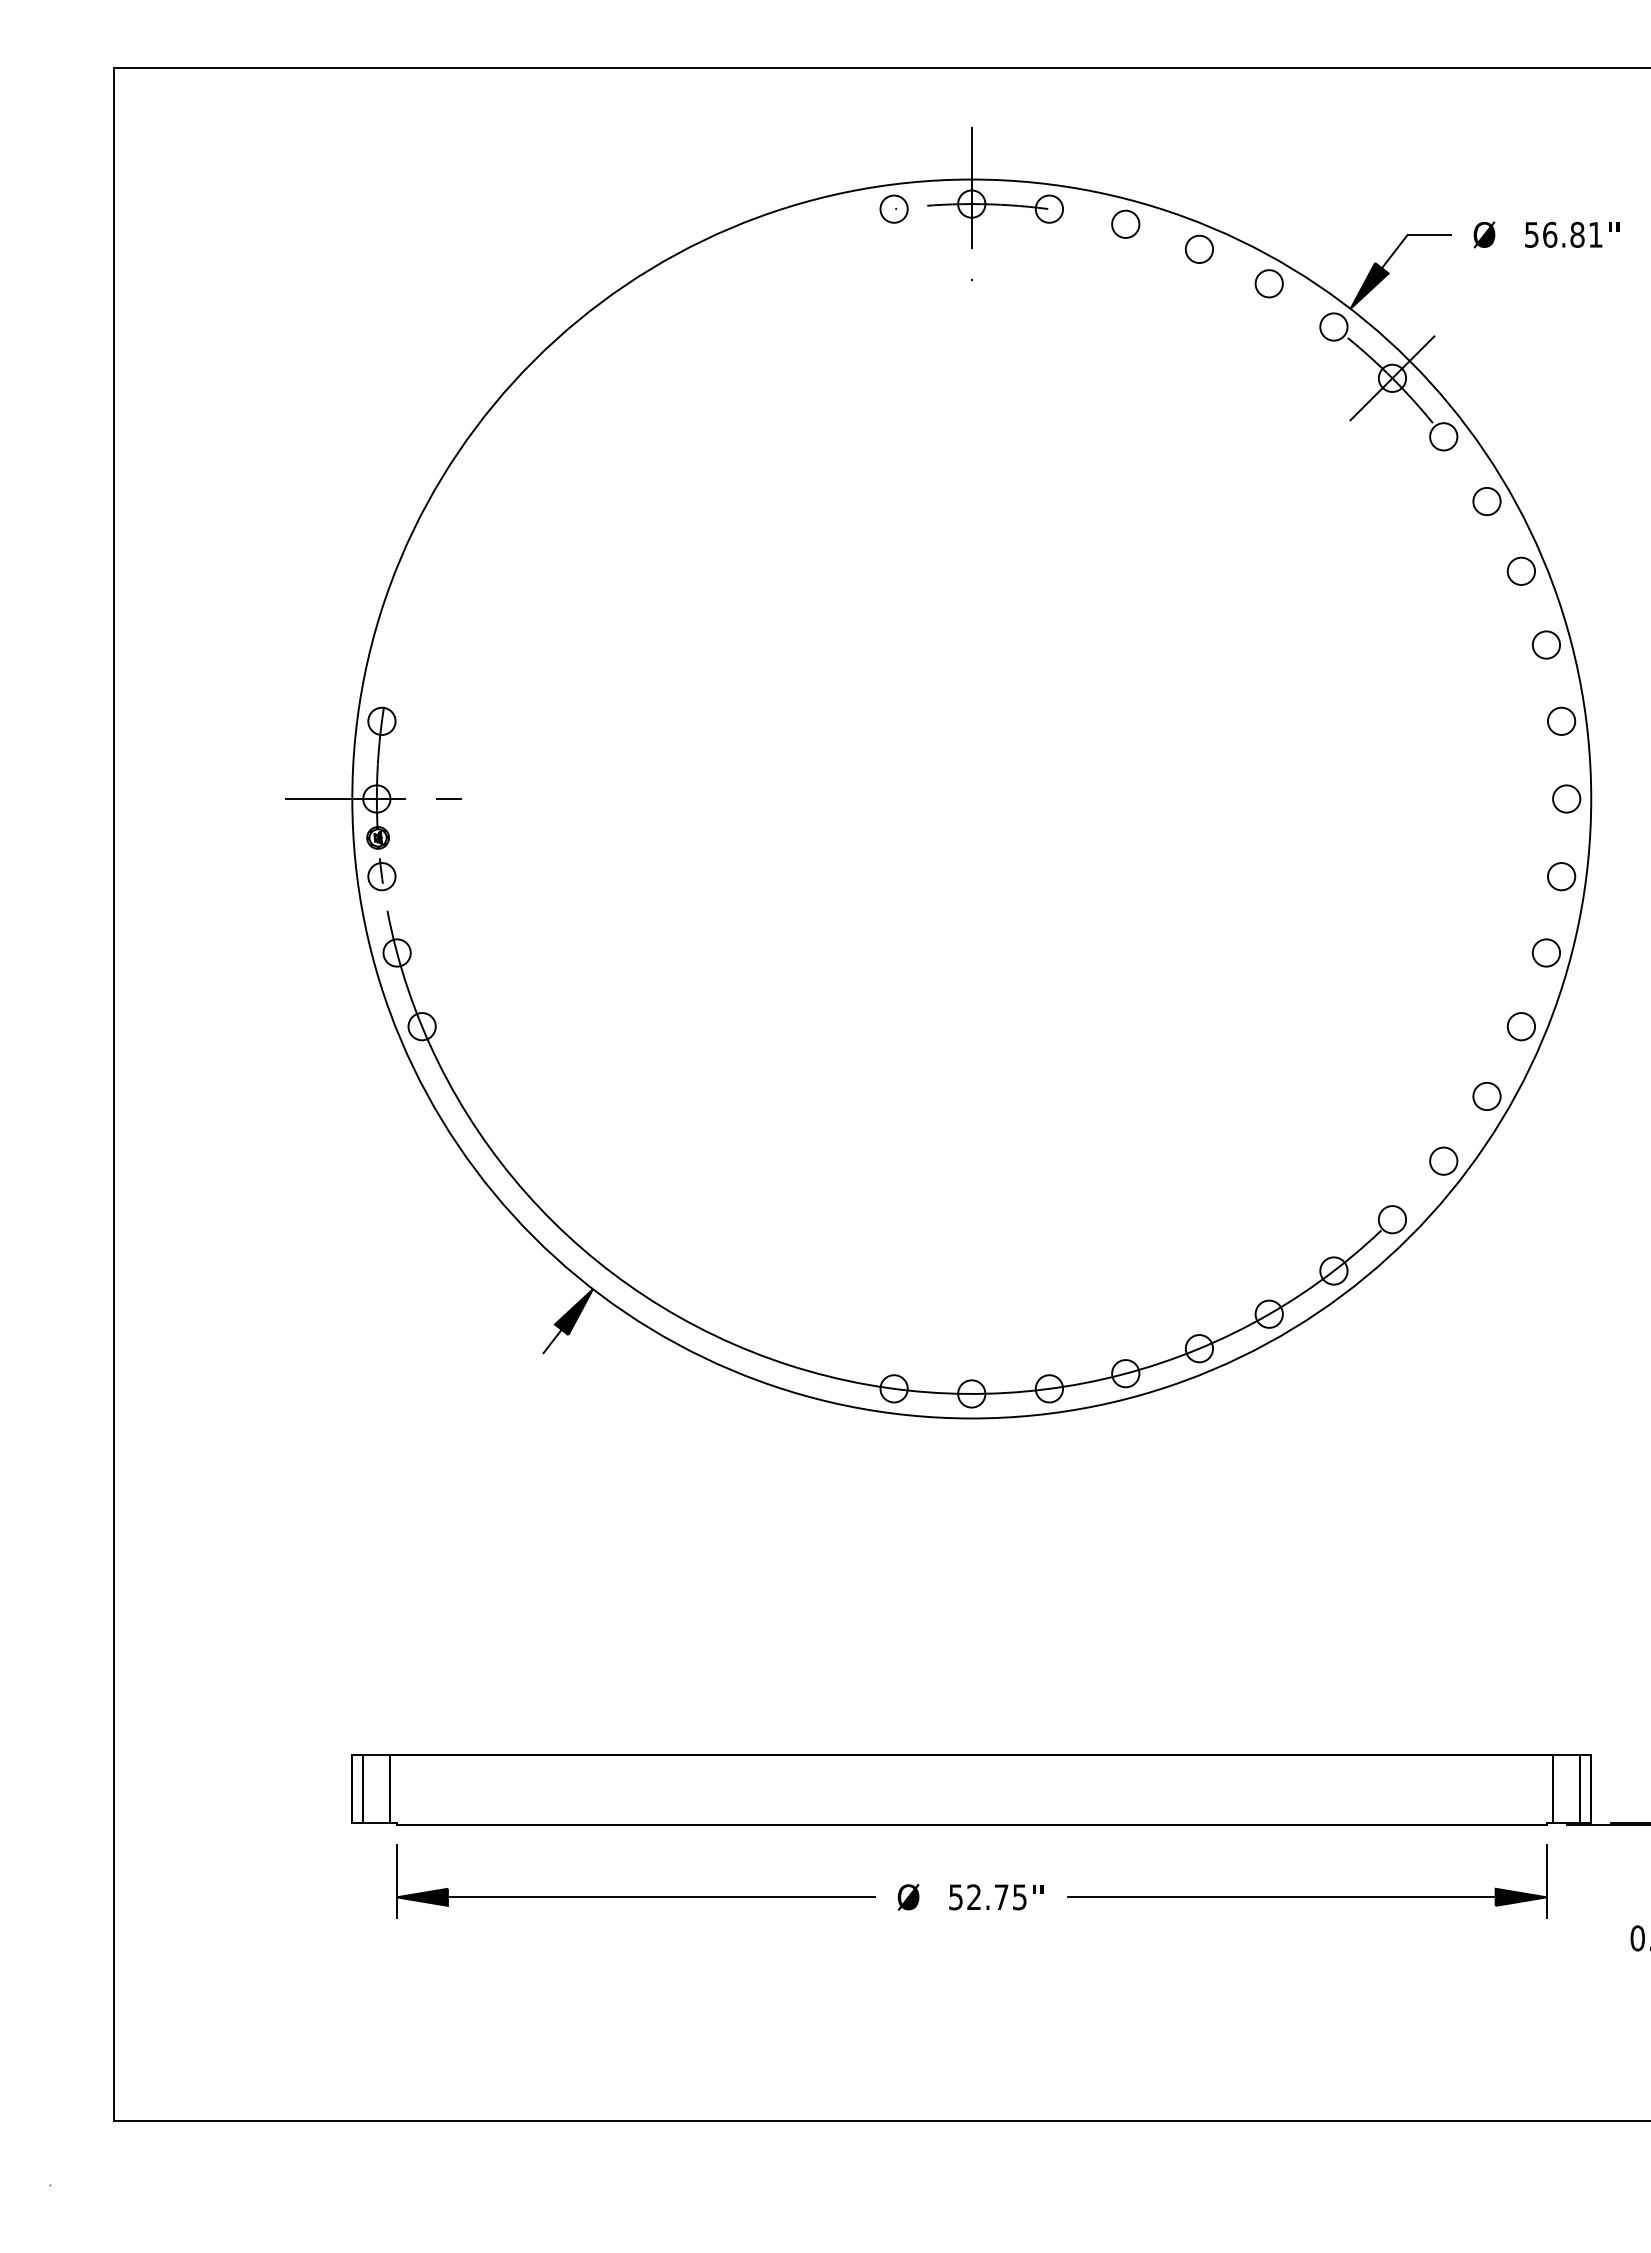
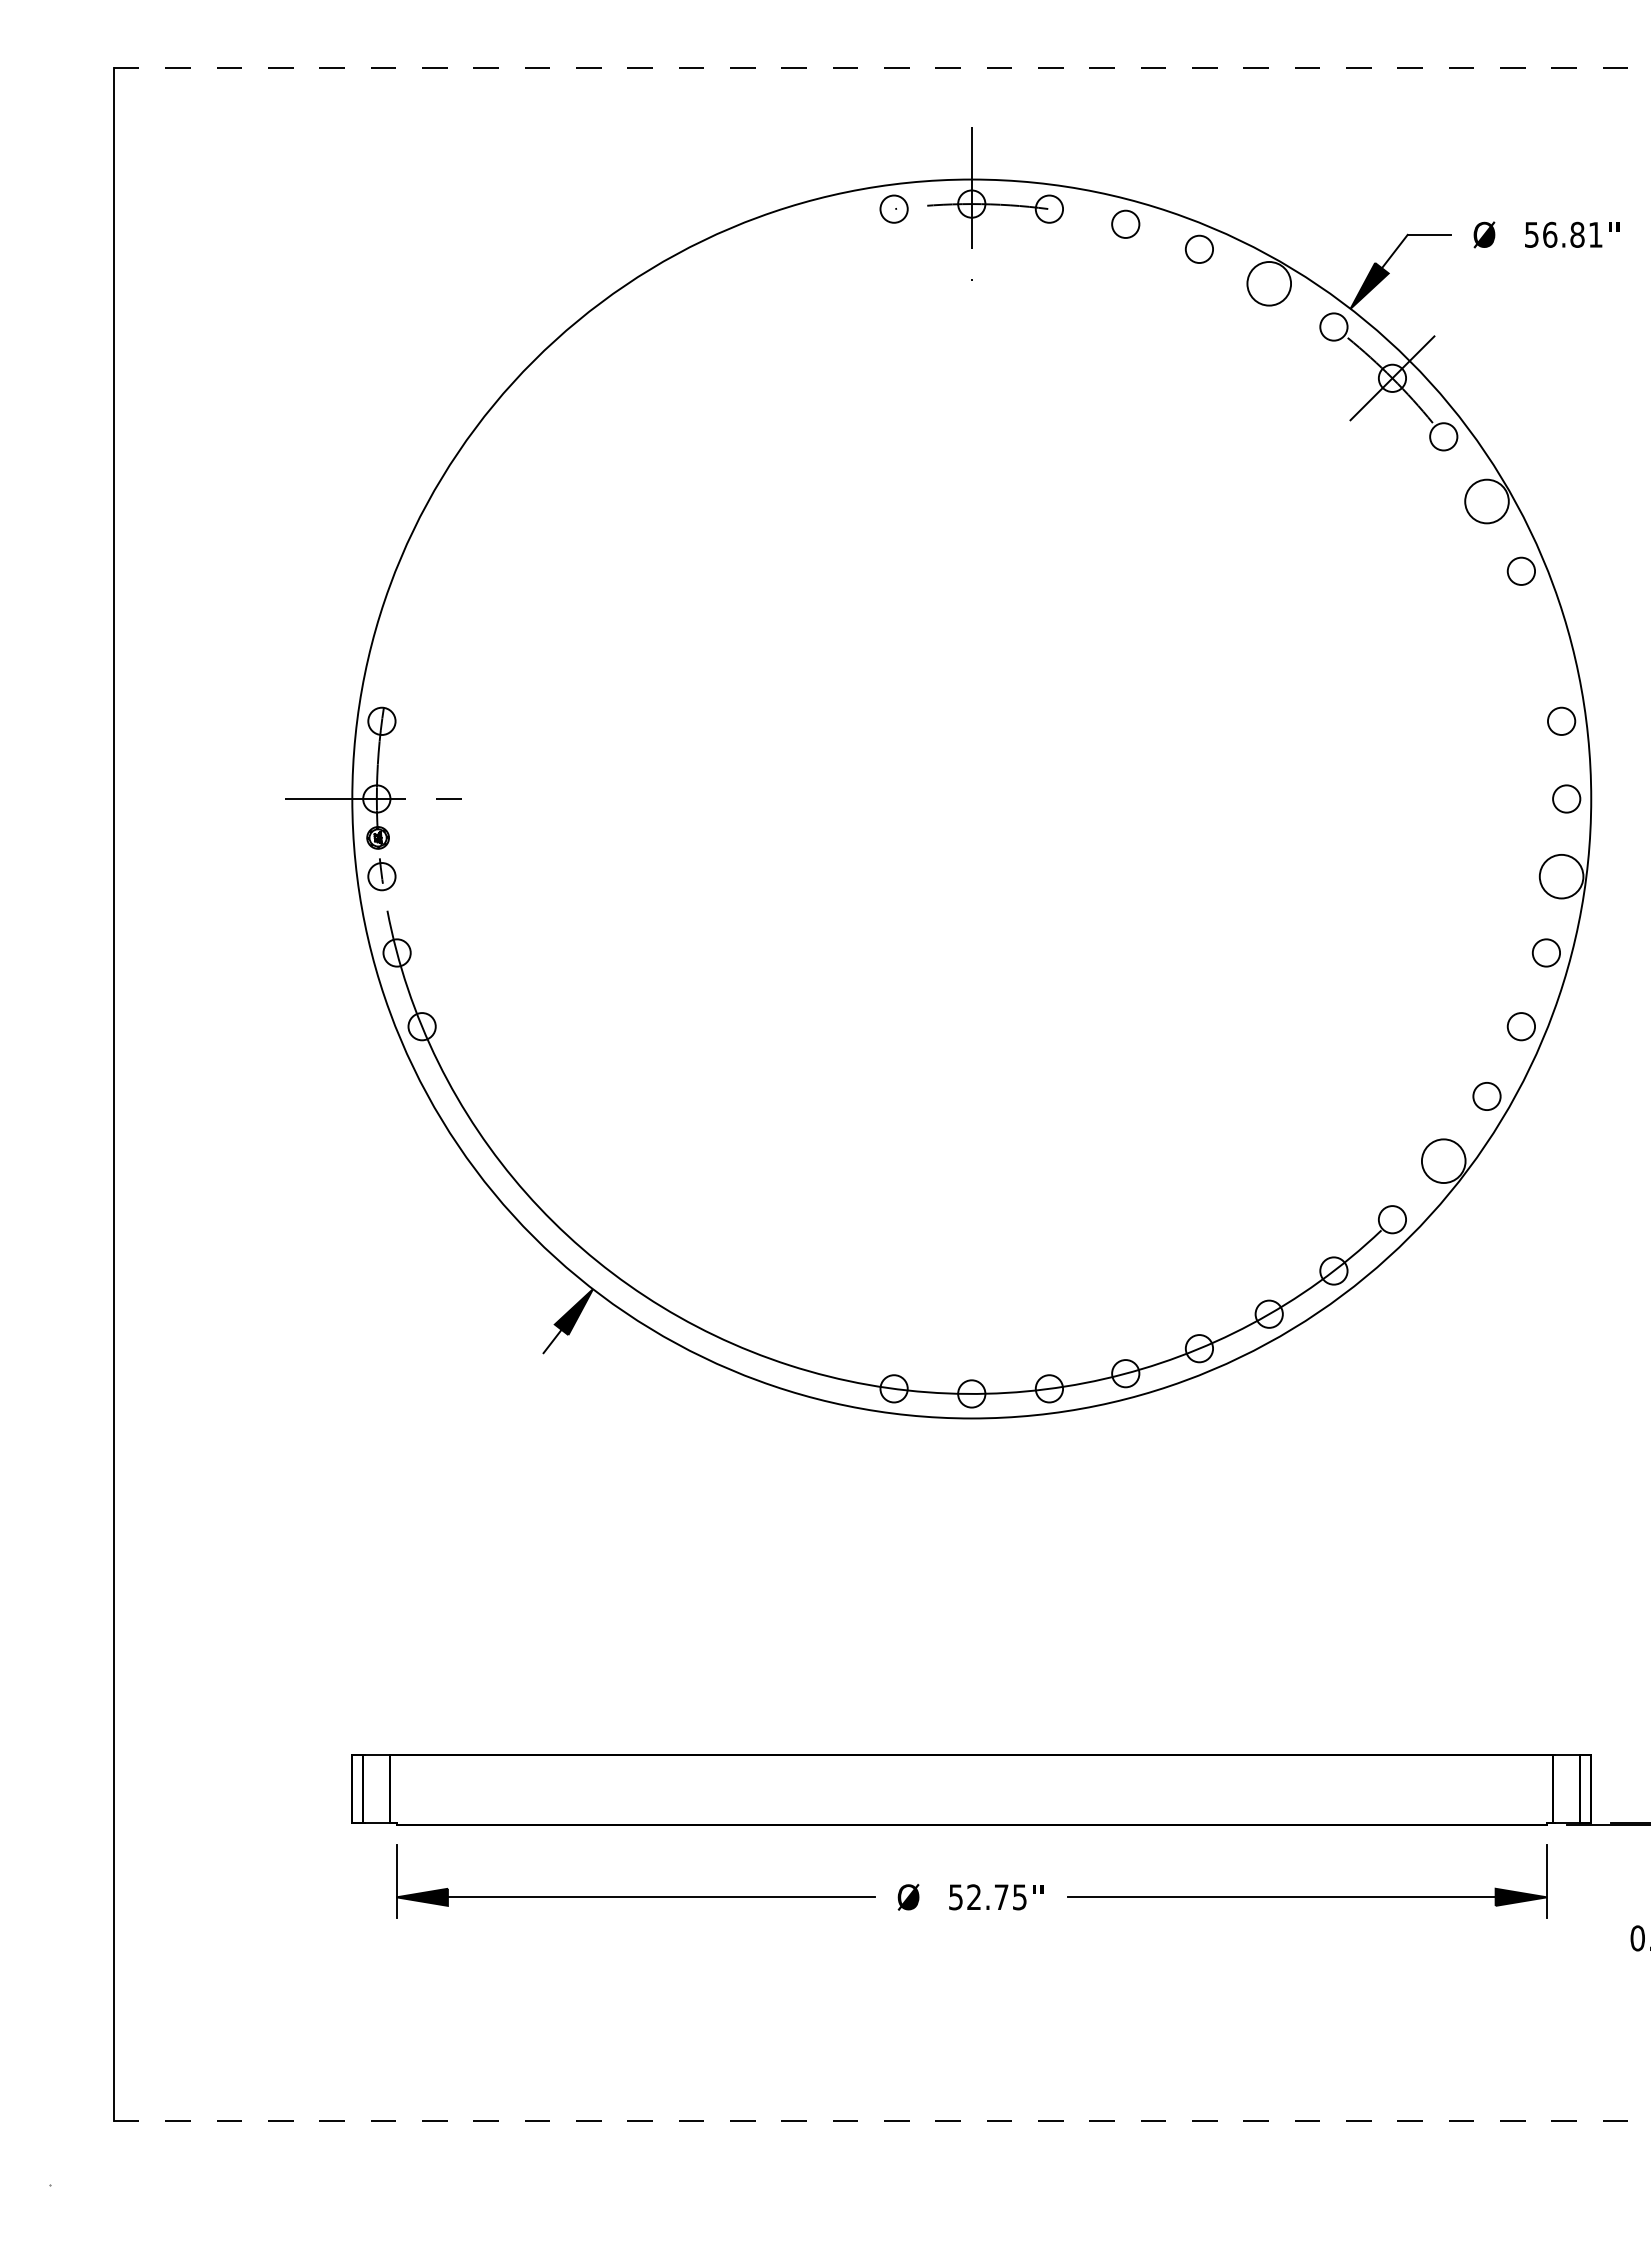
line at (882, 67): solid -> dashed
circle at (1268, 283) diameter: 27 px -> 44 px
circle at (1486, 501) diameter: 27 px -> 44 px
circle at (1545, 644): present -> none
circle at (1561, 876) diameter: 27 px -> 44 px
circle at (1443, 1160) diameter: 27 px -> 44 px
line at (882, 2121): solid -> dashed
